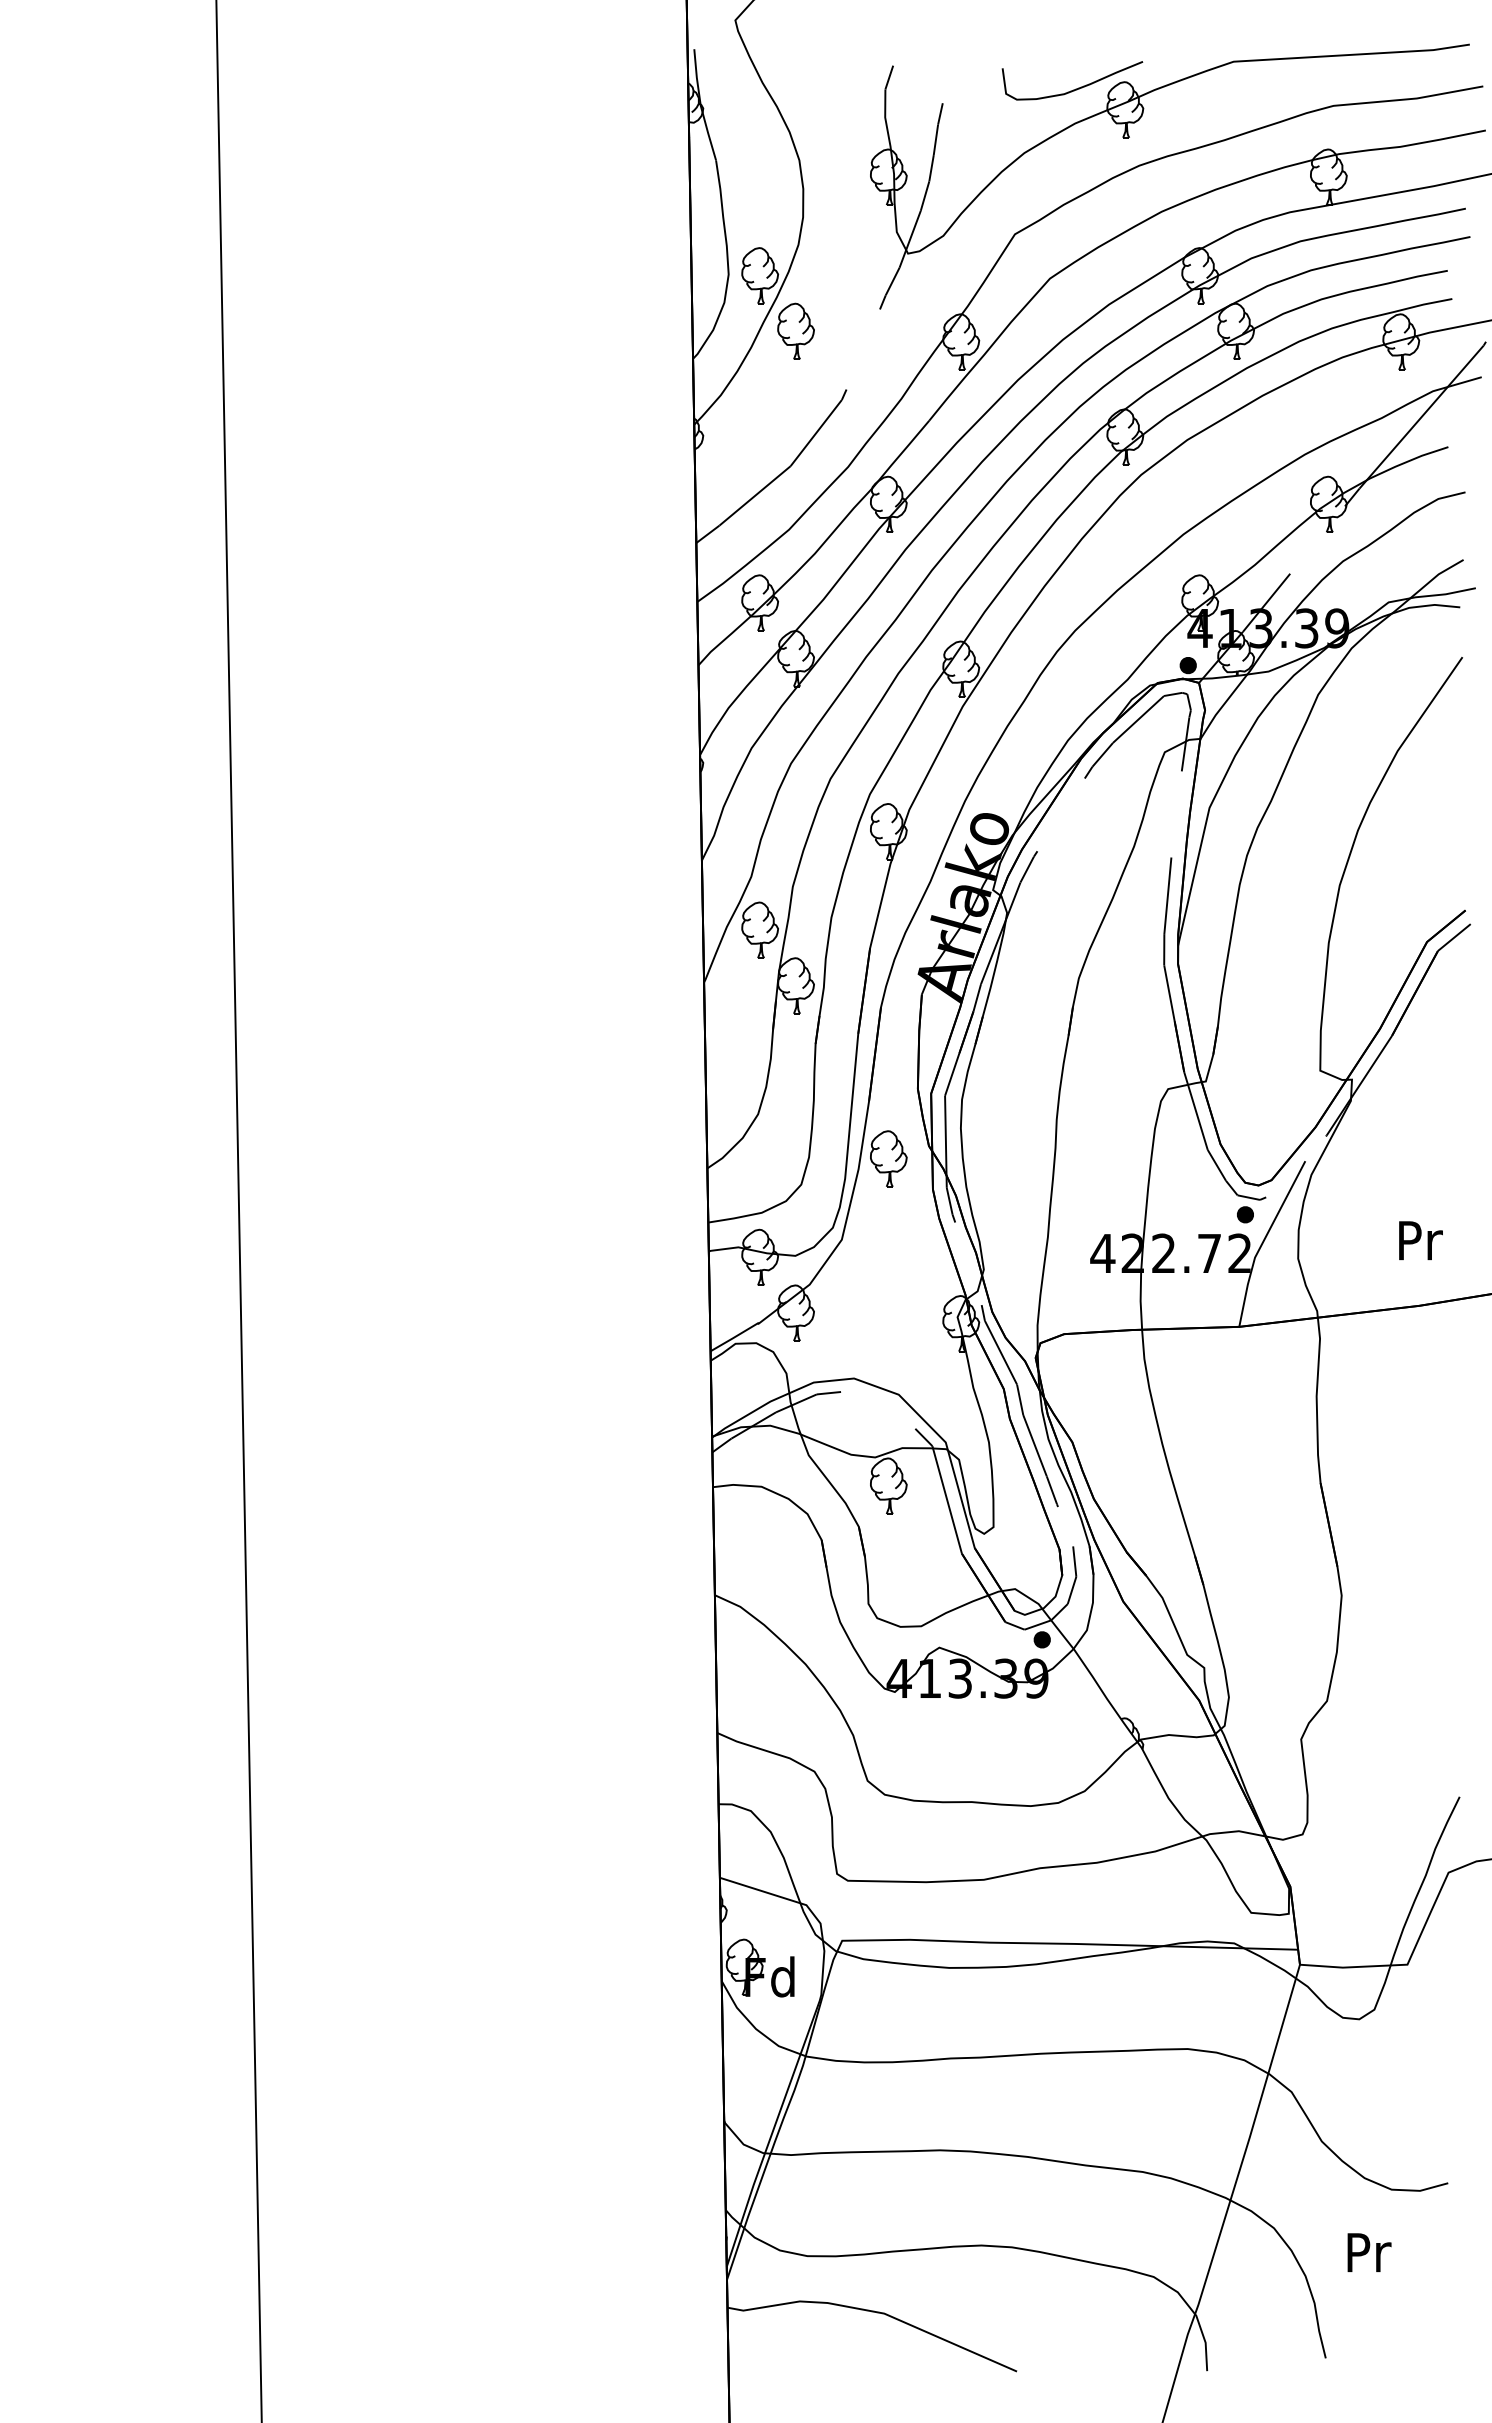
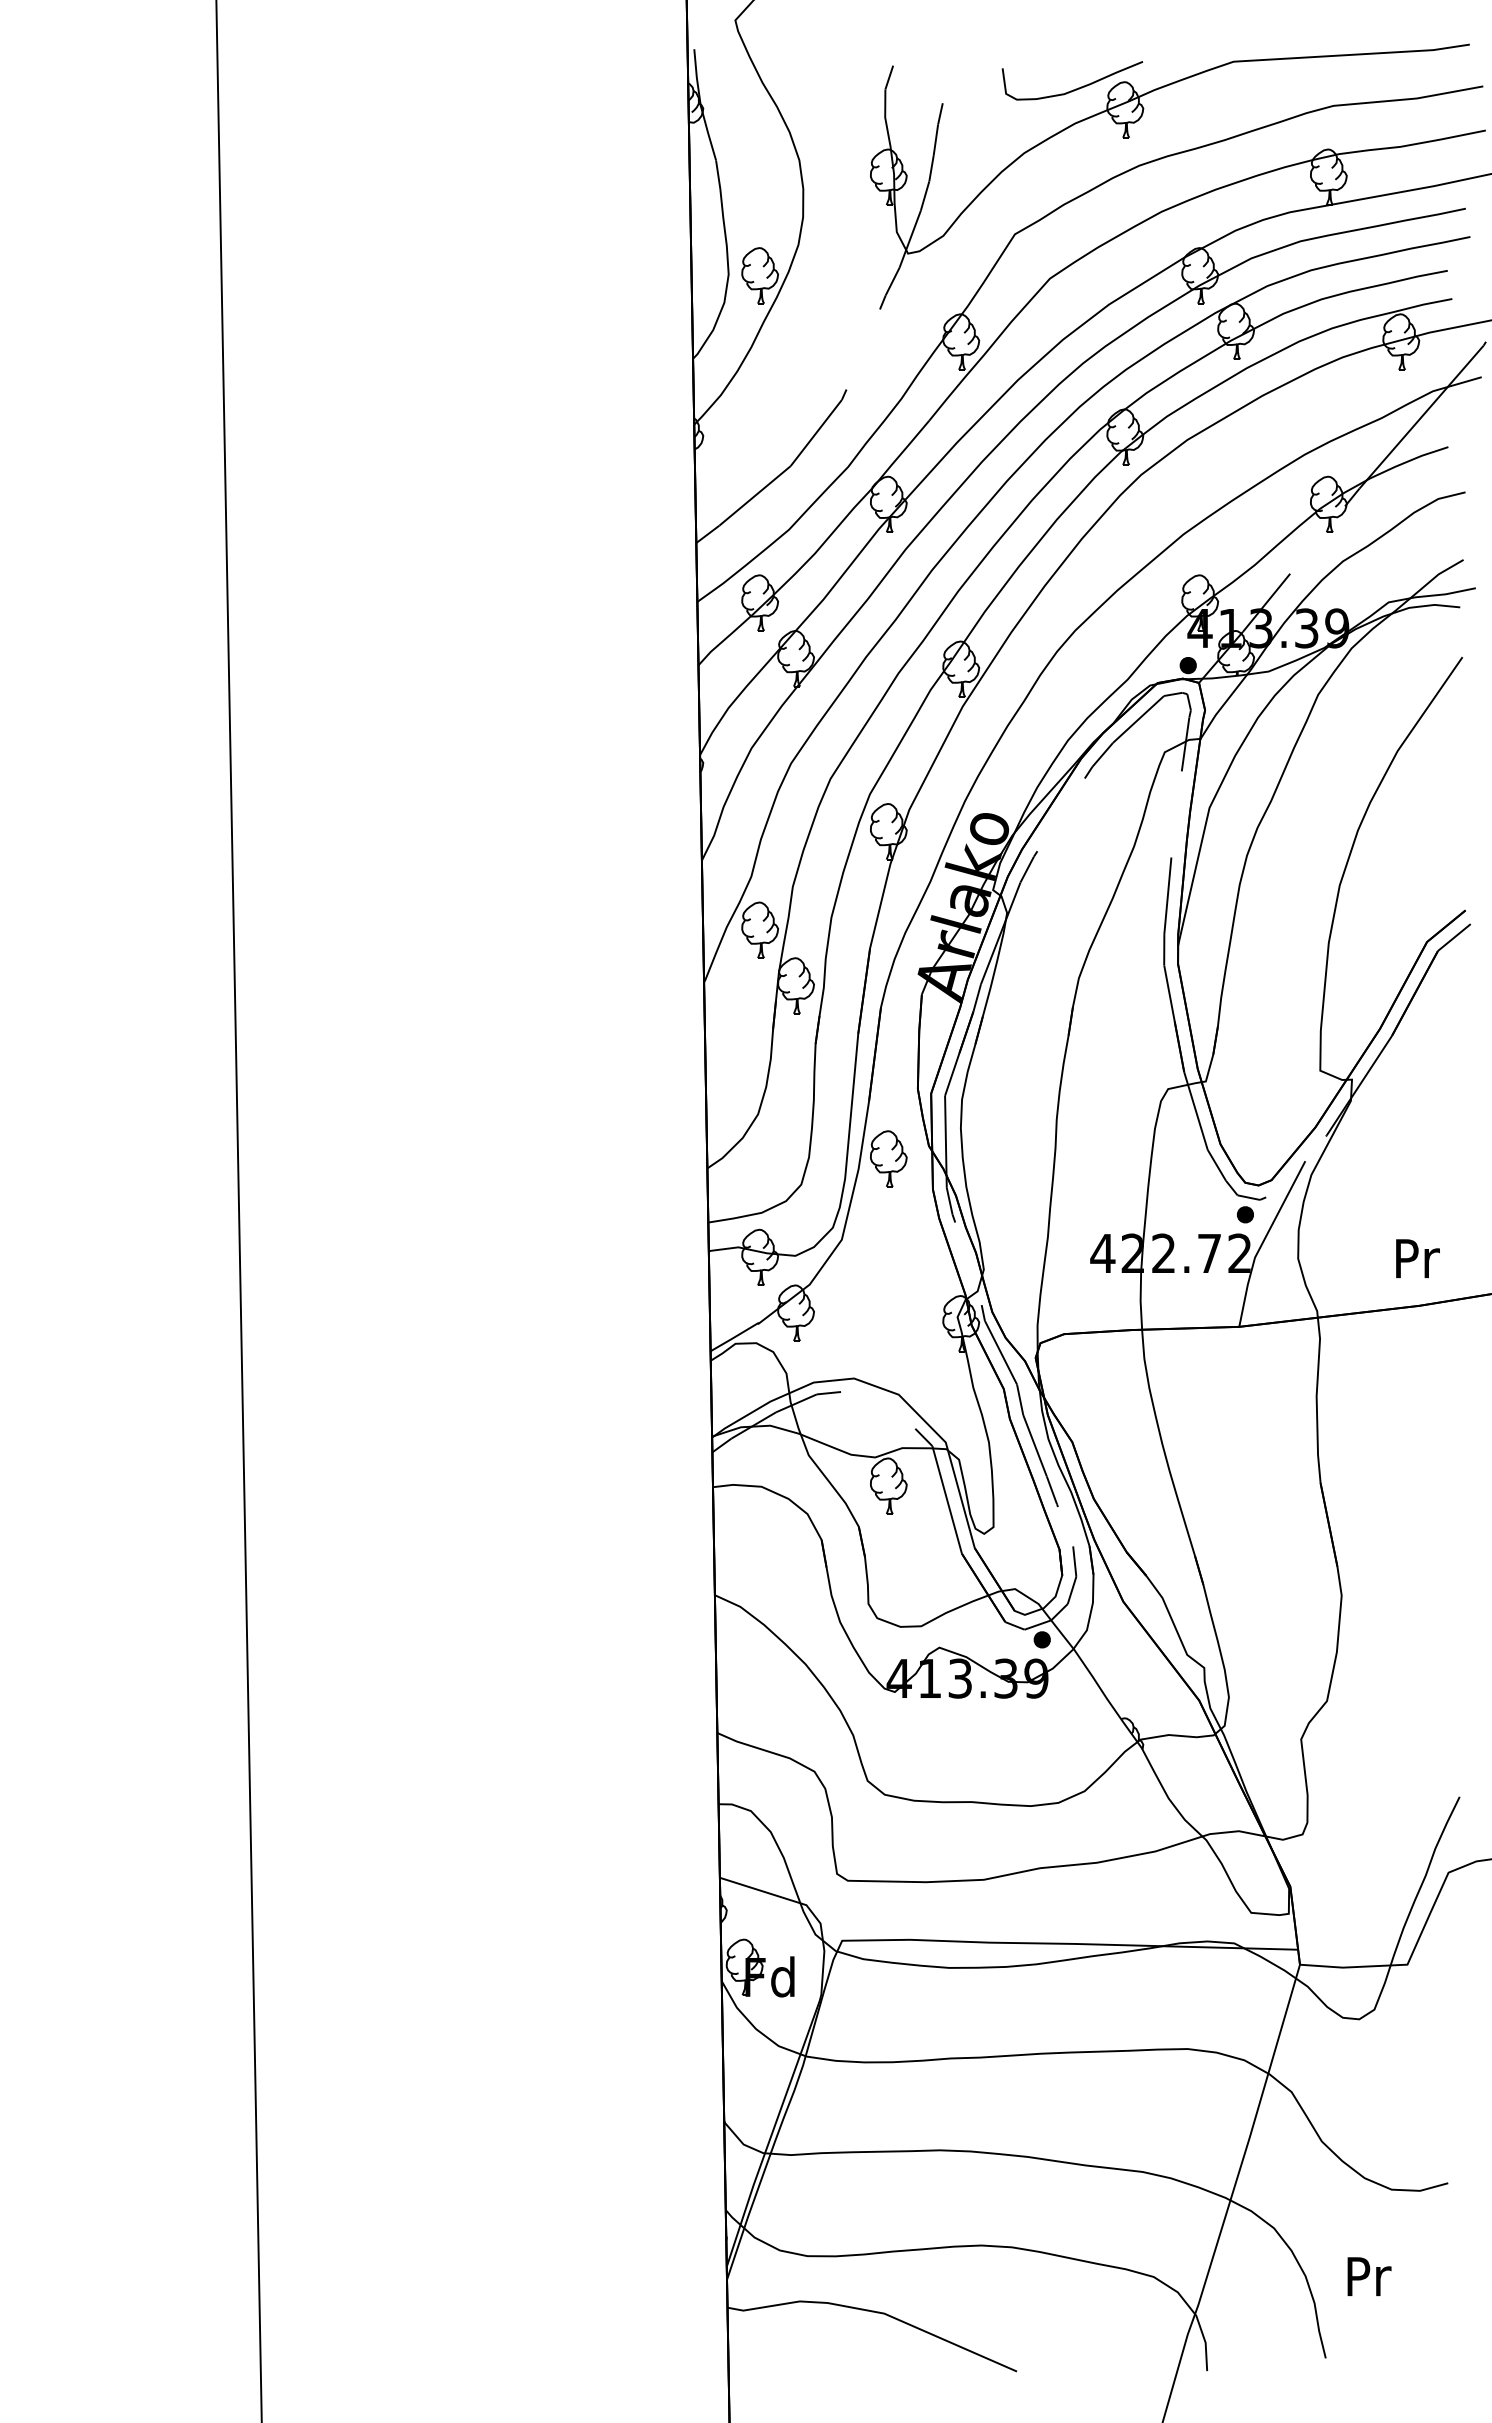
part at (795, 330): present -> none
text at (1420, 1240) position: (1420, 1240) -> (1417, 1258)
text at (1369, 2252) position: (1369, 2252) -> (1369, 2276)
